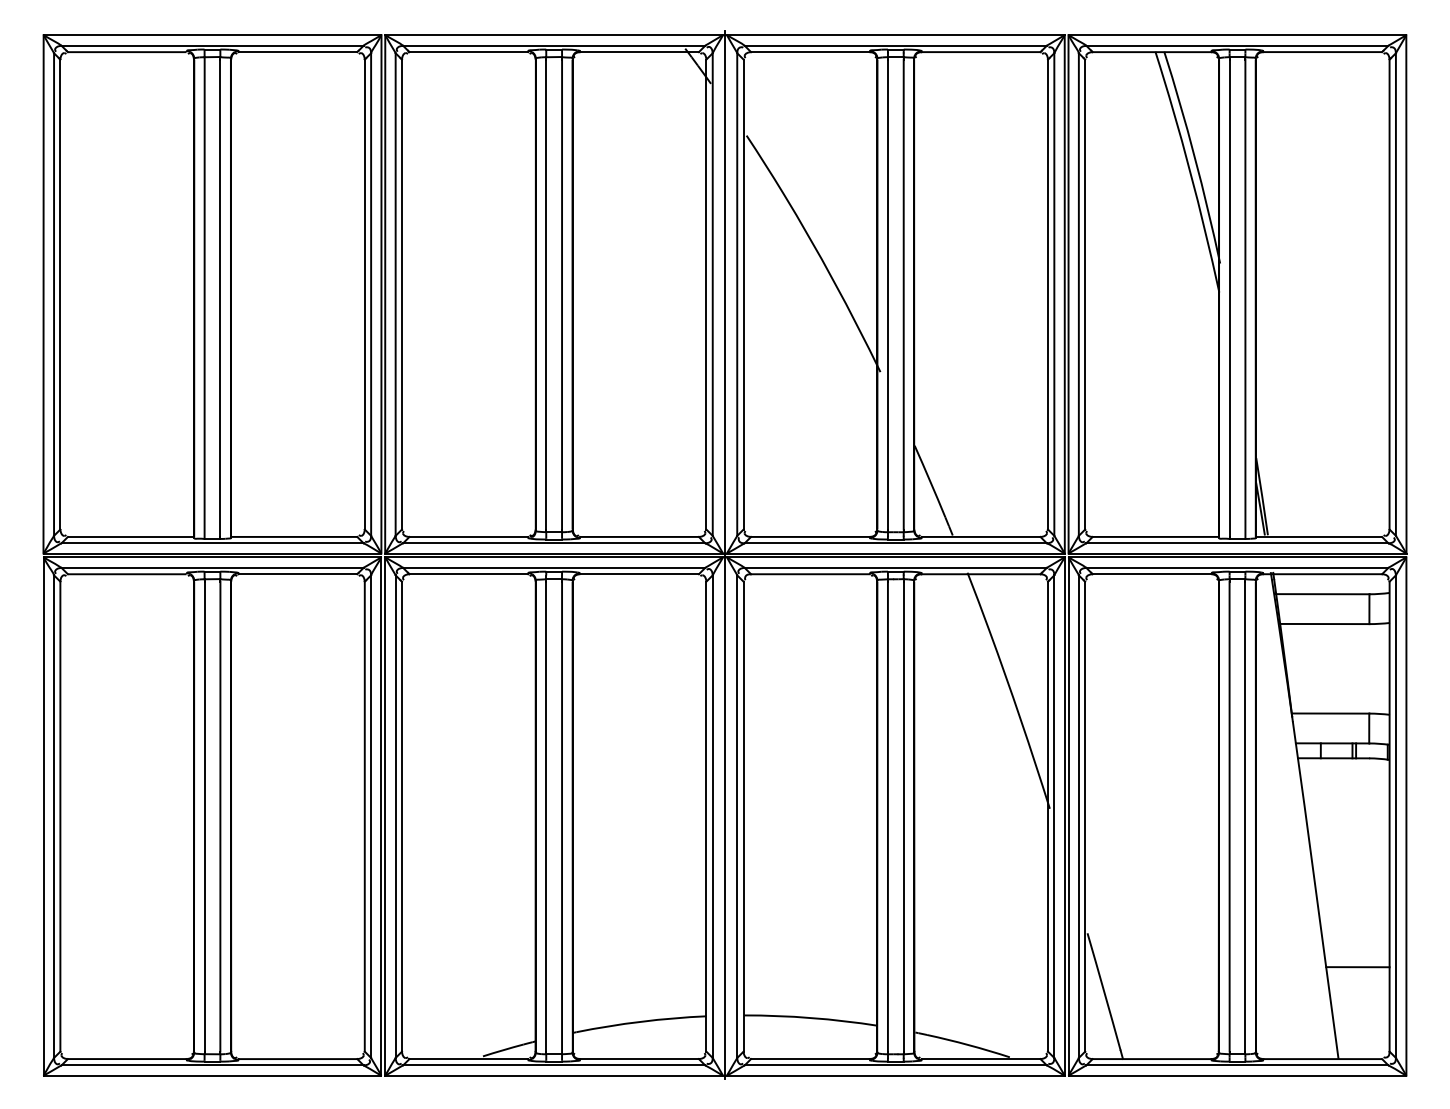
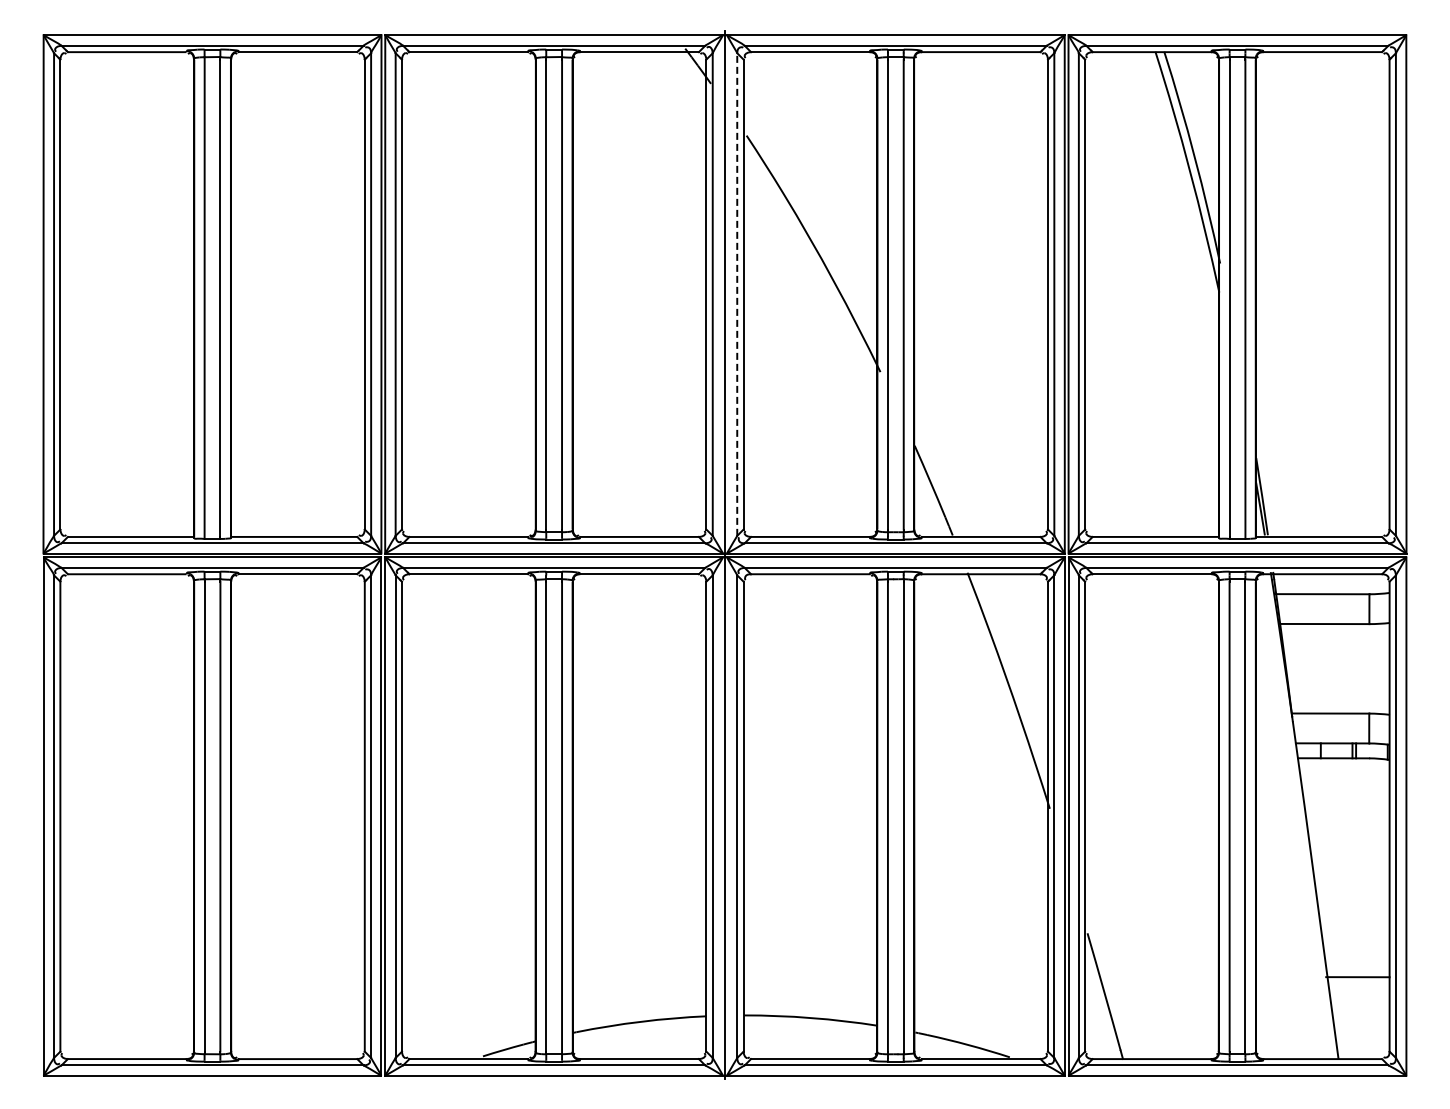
line at (737, 294): solid -> dashed
line at (1357, 967) position: (1357, 967) -> (1357, 977)
